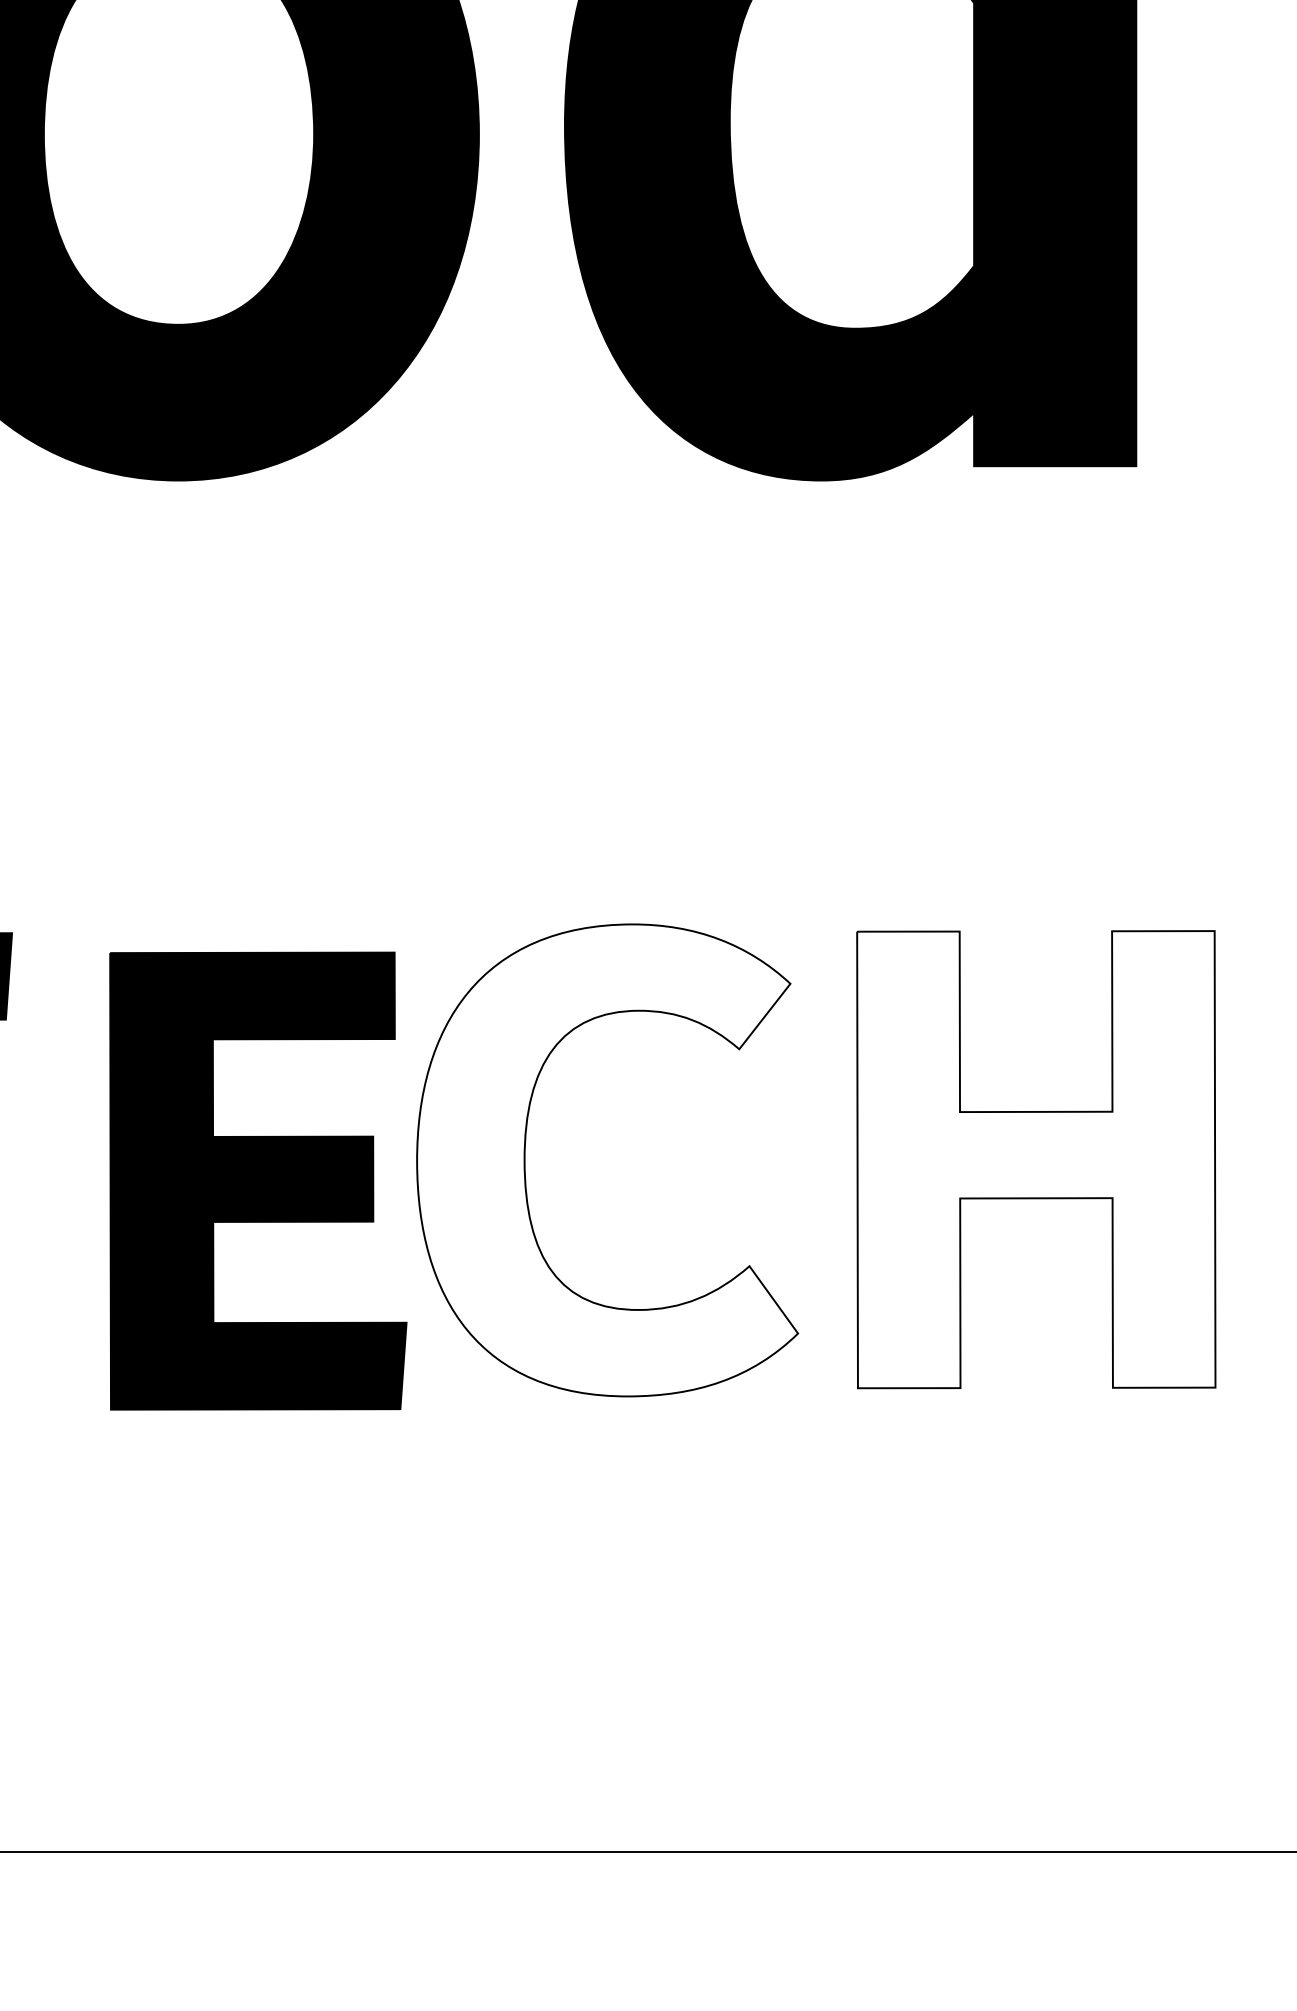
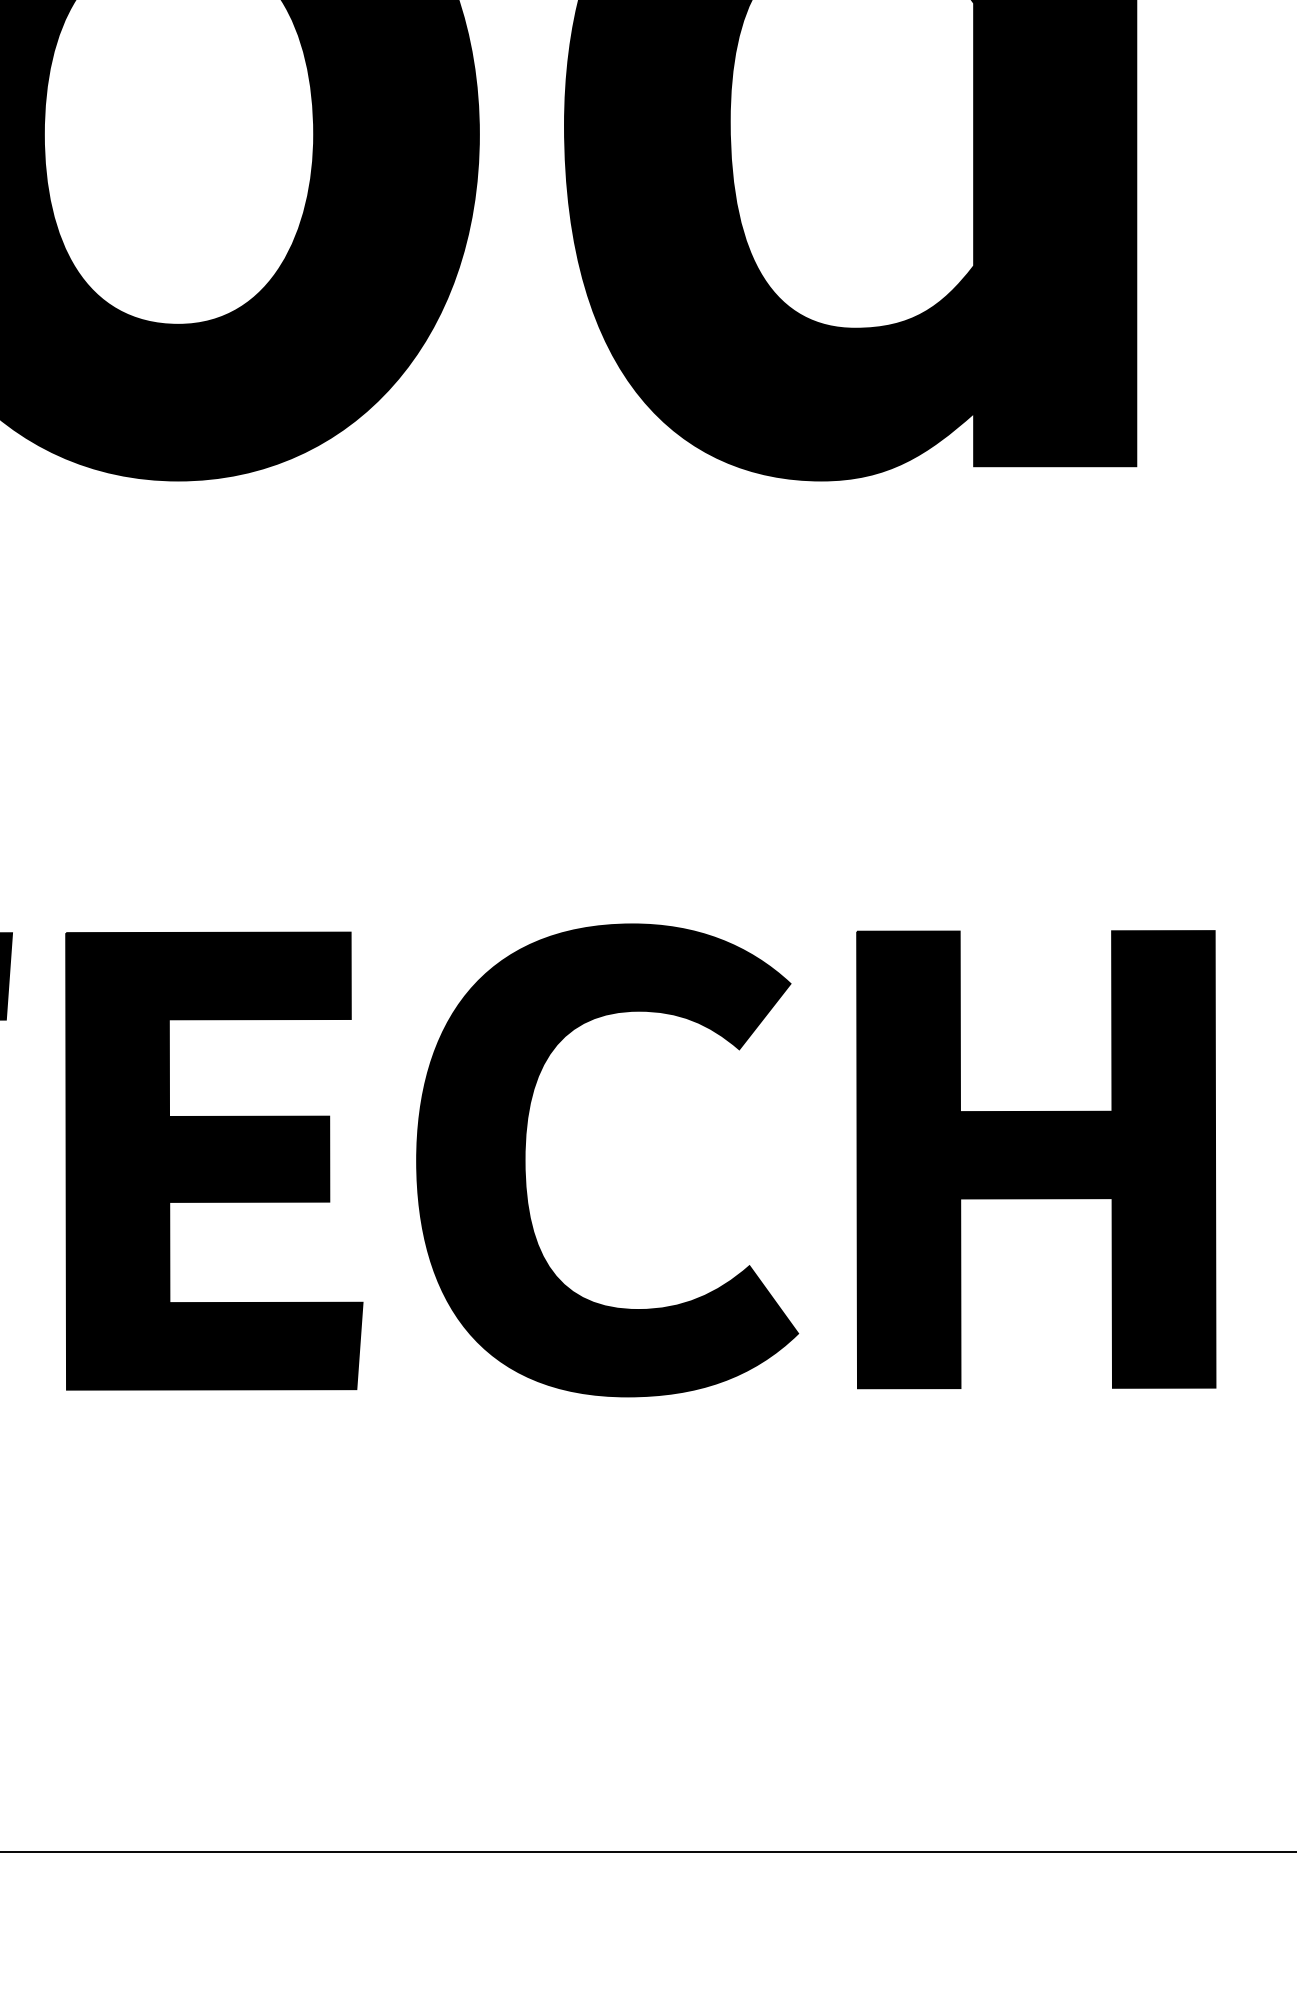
fill at (1036, 1159): none -> present
fill at (607, 1160): none -> present
part at (258, 1180) position: (258, 1180) -> (214, 1160)
